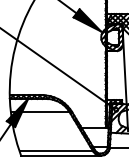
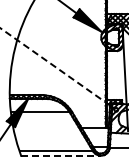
line at (55, 66): solid -> dashed
line at (61, 155): solid -> dashed
